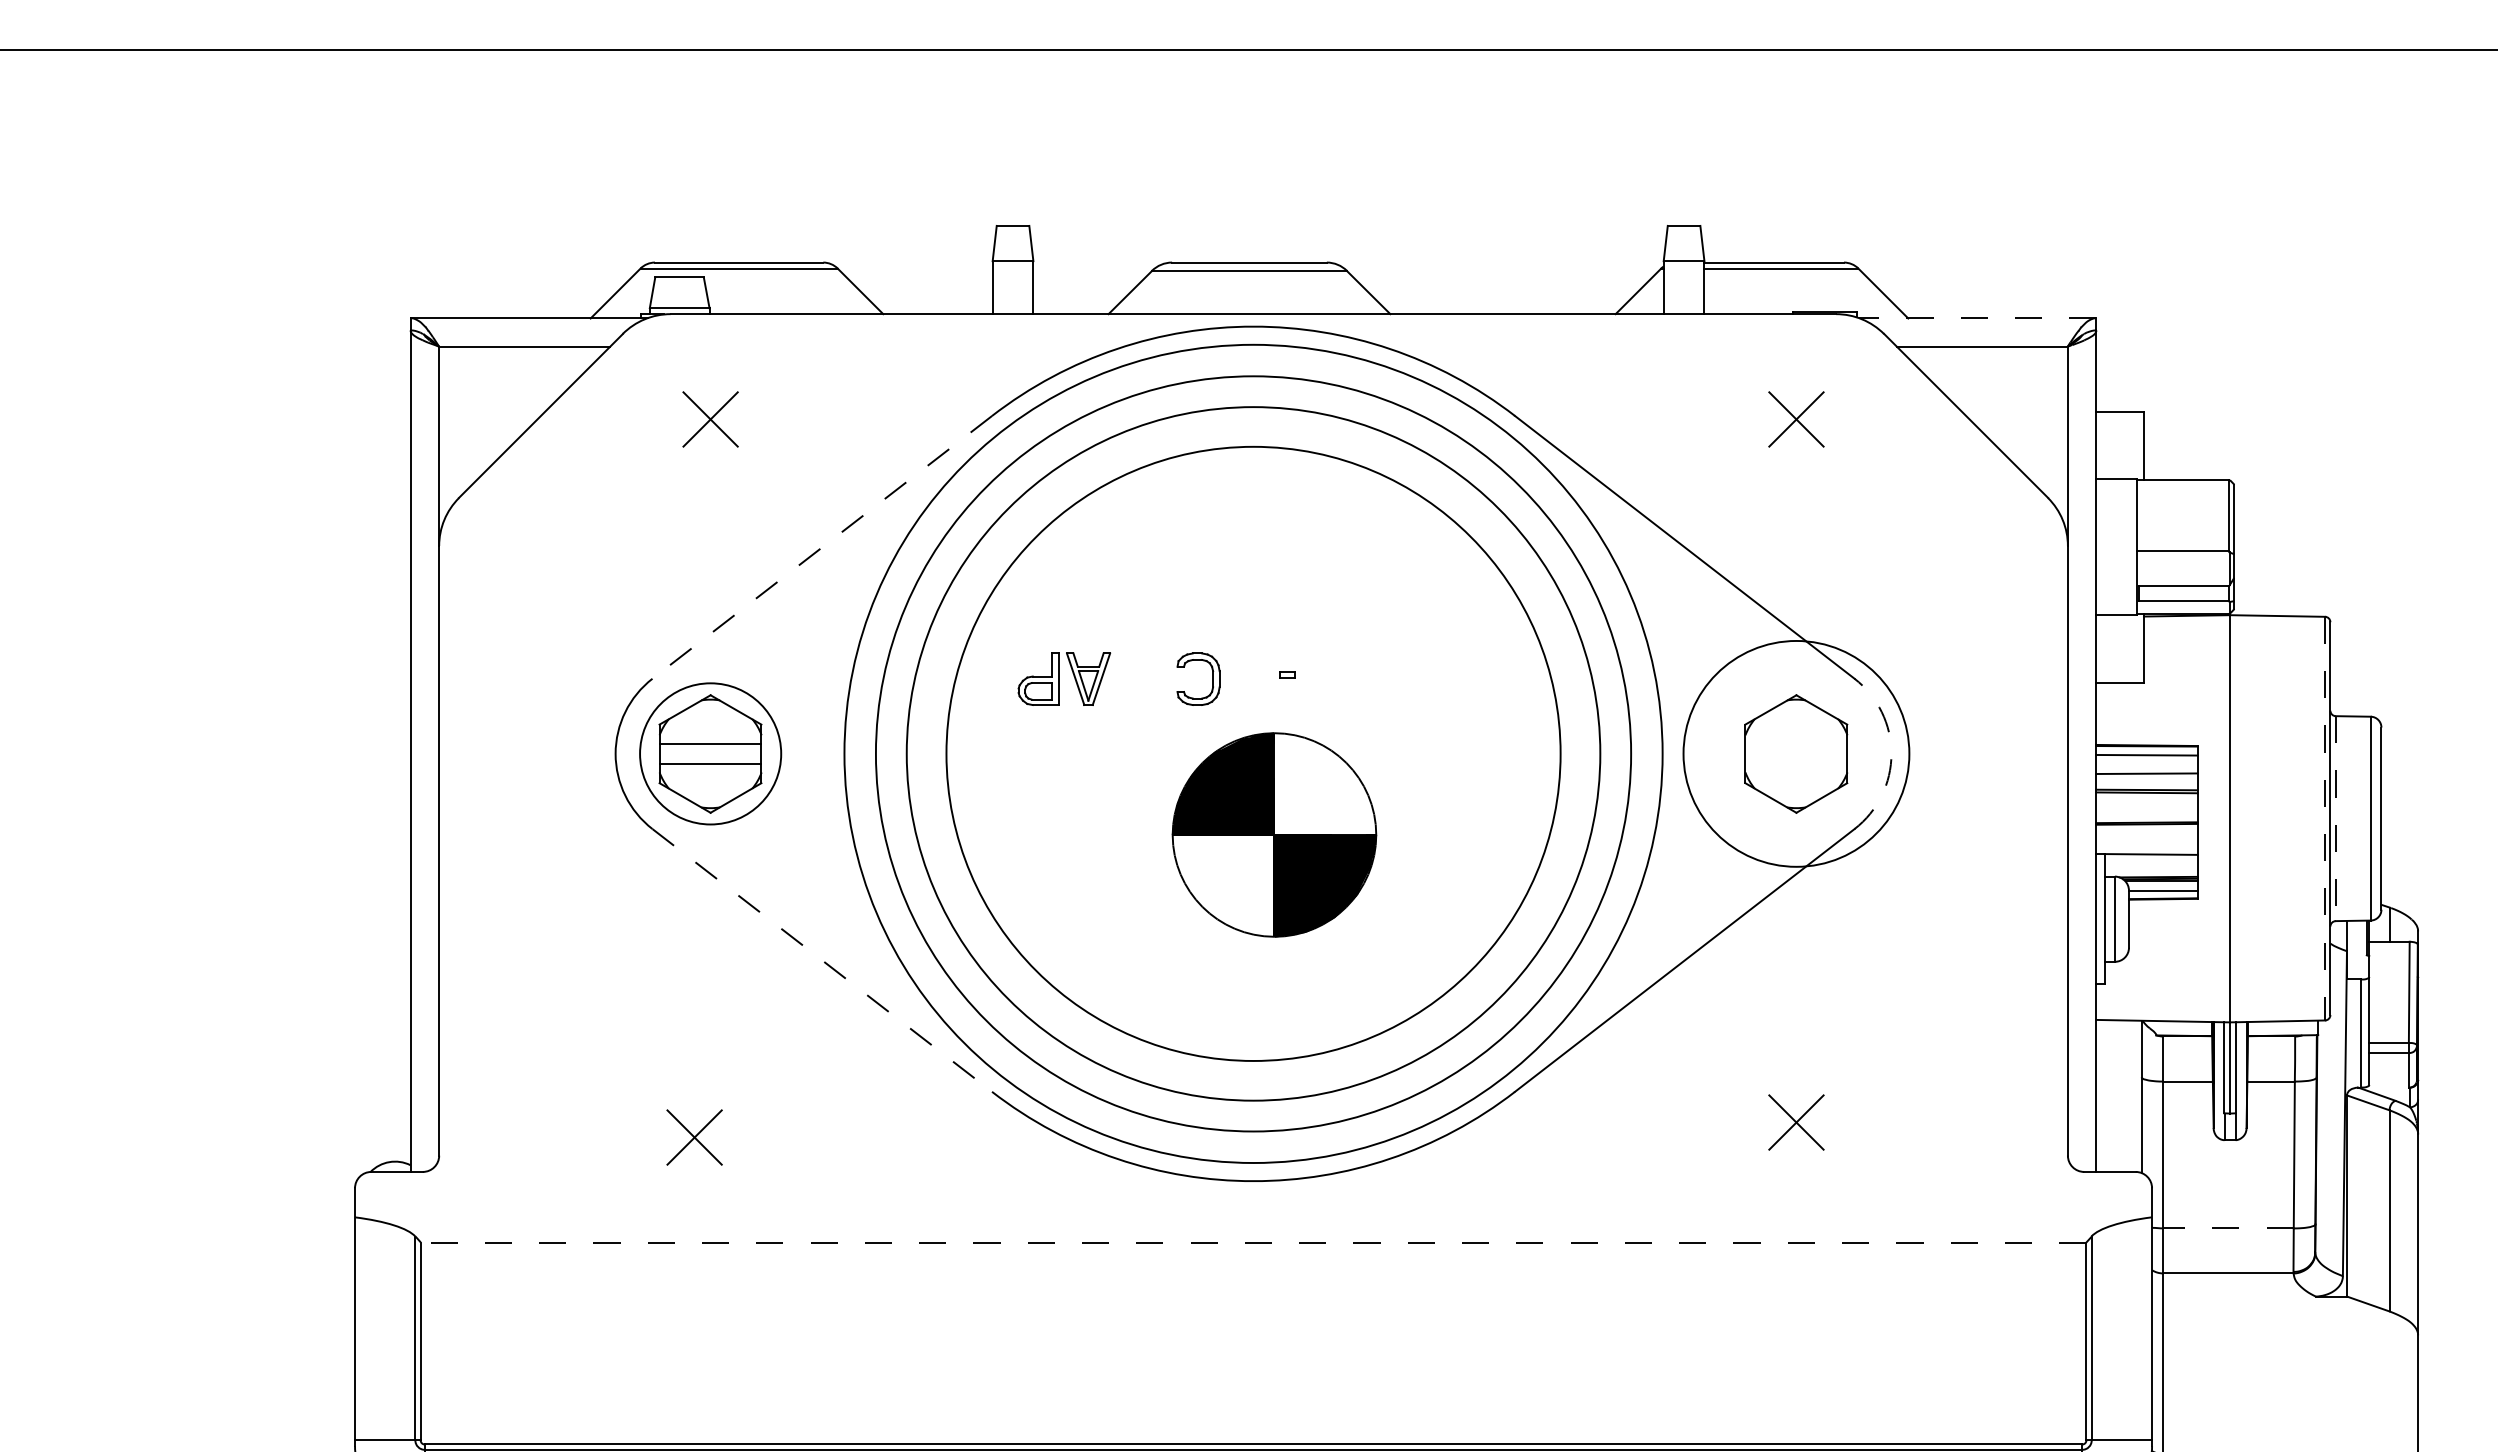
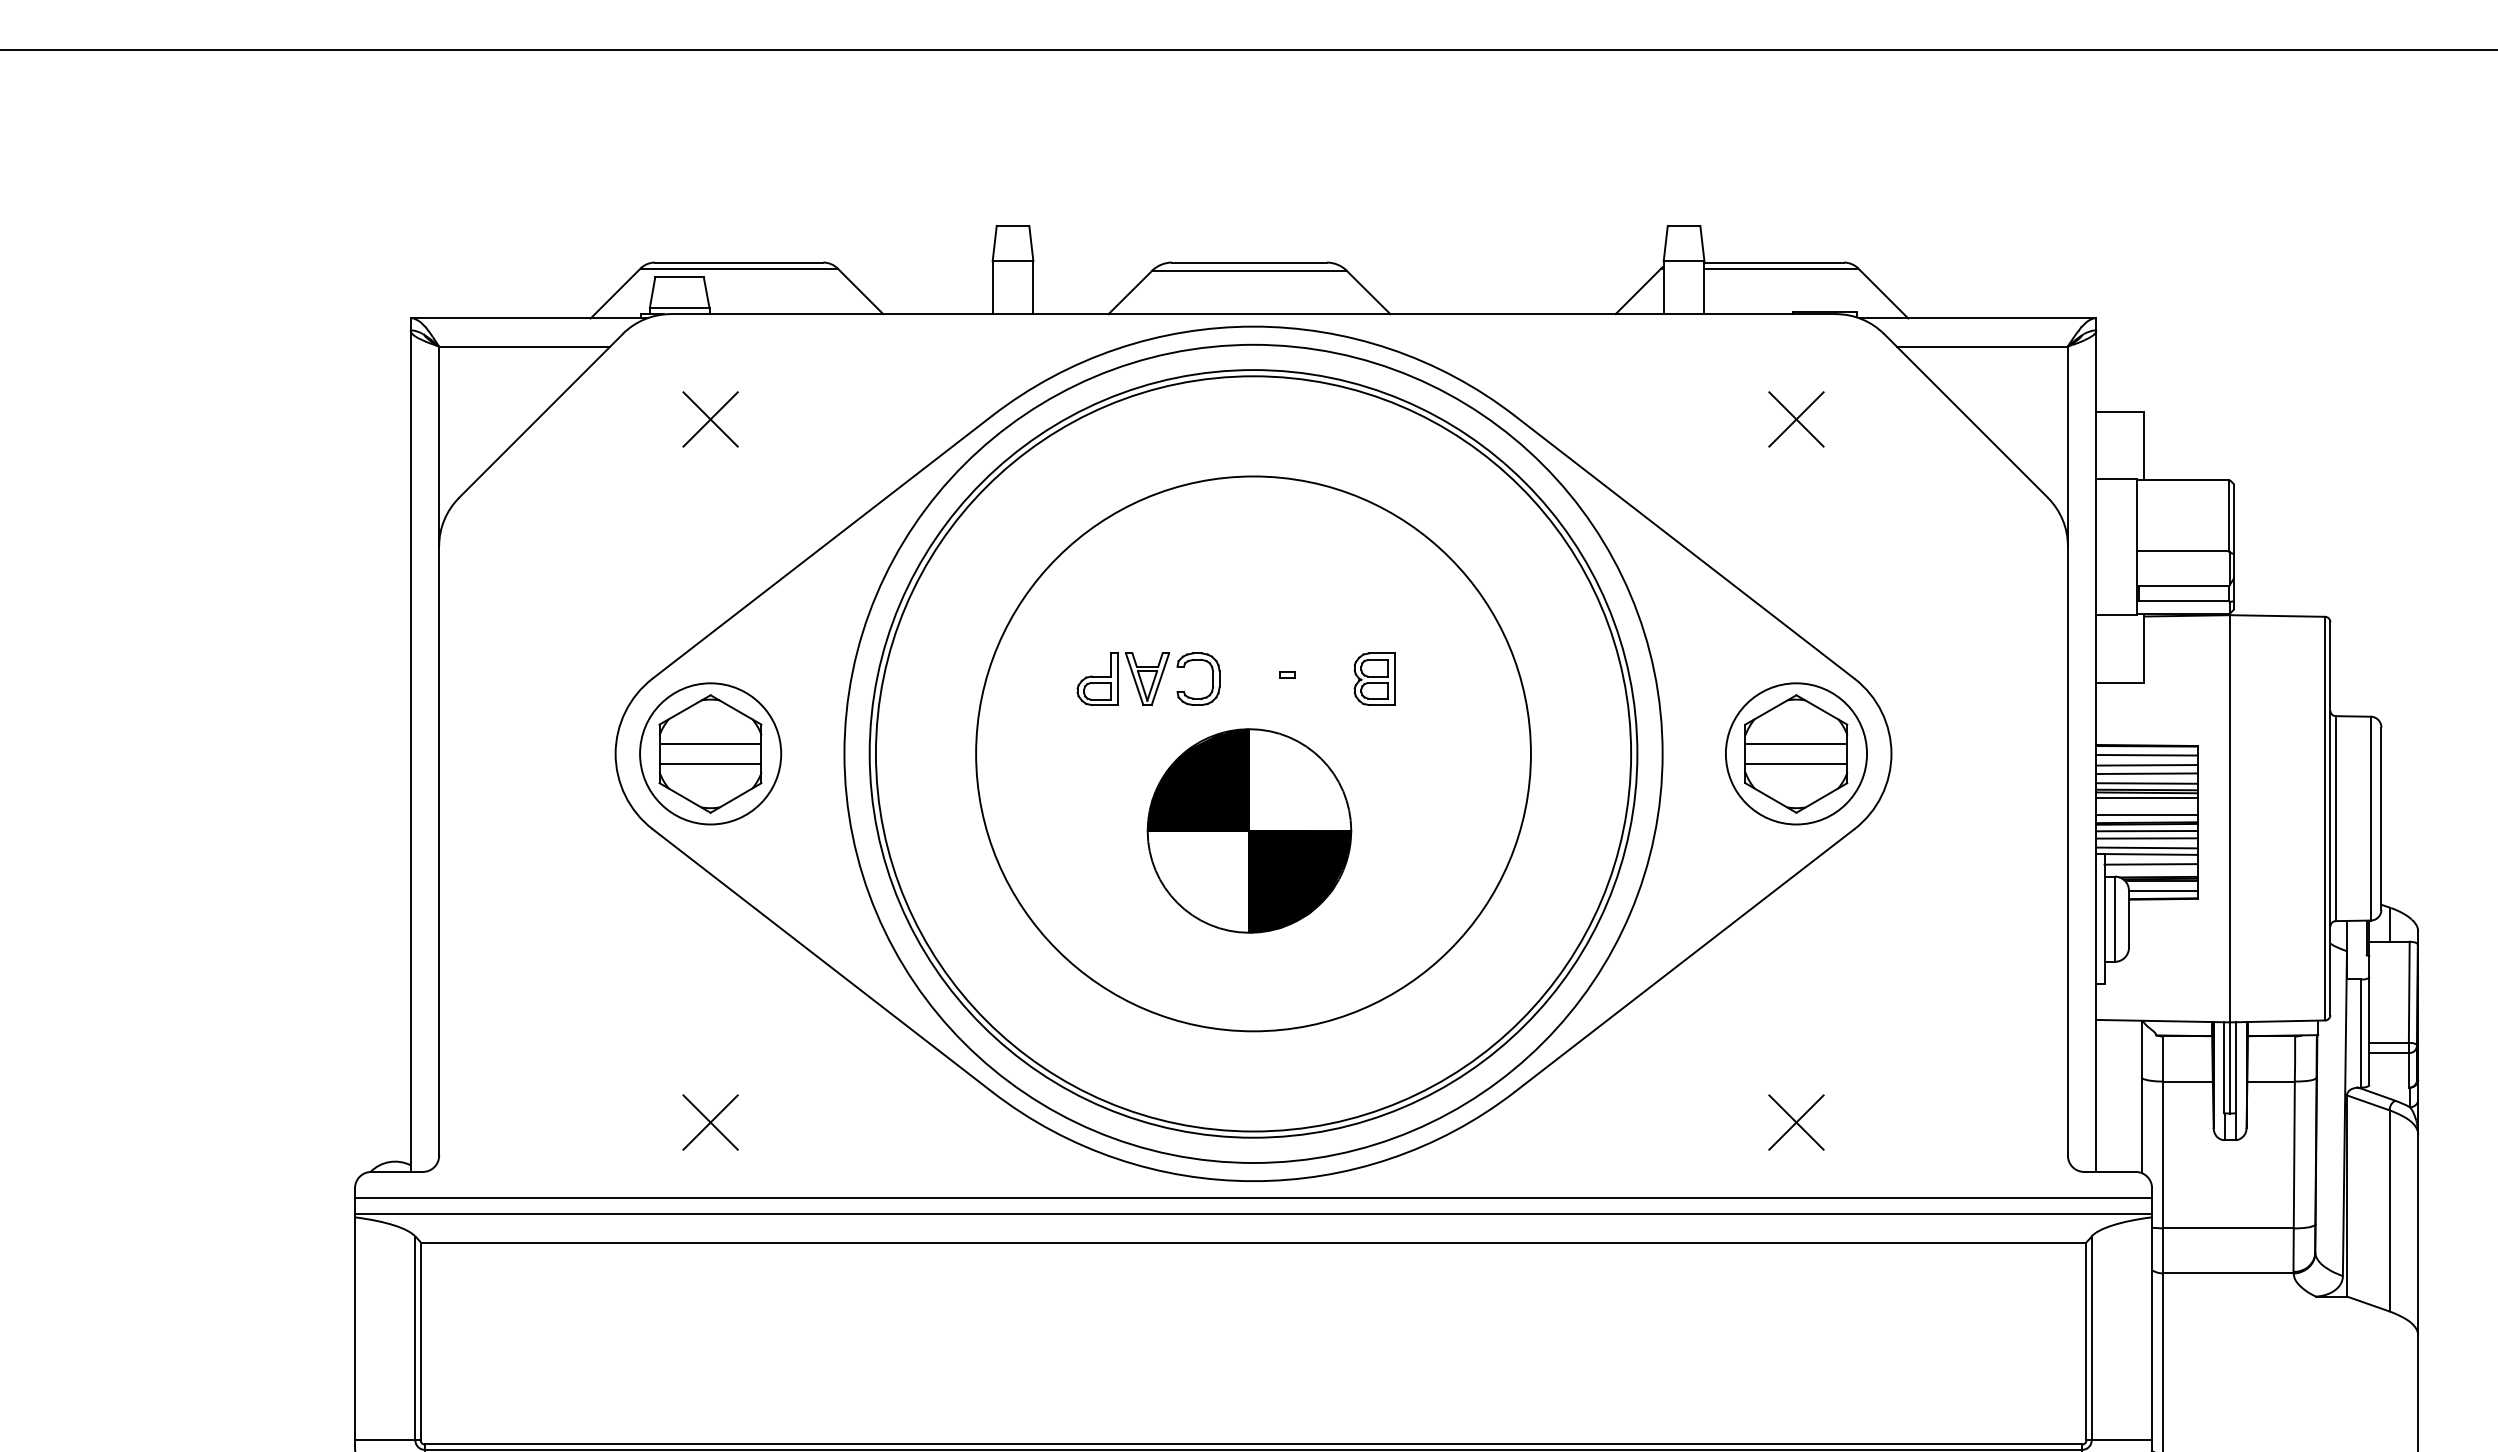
line at (1977, 318): dashed -> solid
line at (822, 547): dashed -> solid
part at (1064, 678) position: (1064, 678) -> (1123, 678)
part at (1374, 678): none -> present
line at (1796, 743): none -> present
circle at (1253, 753) diameter: 614 px -> 768 px
circle at (1253, 753) diameter: 694 px -> 555 px
circle at (1796, 753) diameter: 226 px -> 141 px
arc at (1891, 753): dashed -> solid
line at (1796, 764): none -> present
line at (2146, 765): none -> present
line at (2146, 783): none -> present
line at (2146, 798): none -> present
line at (2146, 814): none -> present
line at (2325, 818): dashed -> solid
line at (2335, 819): dashed -> solid
line at (2146, 831): none -> present
part at (1274, 834) position: (1274, 834) -> (1249, 830)
line at (2146, 838): none -> present
line at (2146, 847): none -> present
line at (2150, 864): none -> present
line at (822, 960): dashed -> solid
part at (694, 1137) position: (694, 1137) -> (710, 1122)
line at (1253, 1197): none -> present
line at (1253, 1214): none -> present
line at (2228, 1228): dashed -> solid
line at (1253, 1242): dashed -> solid
